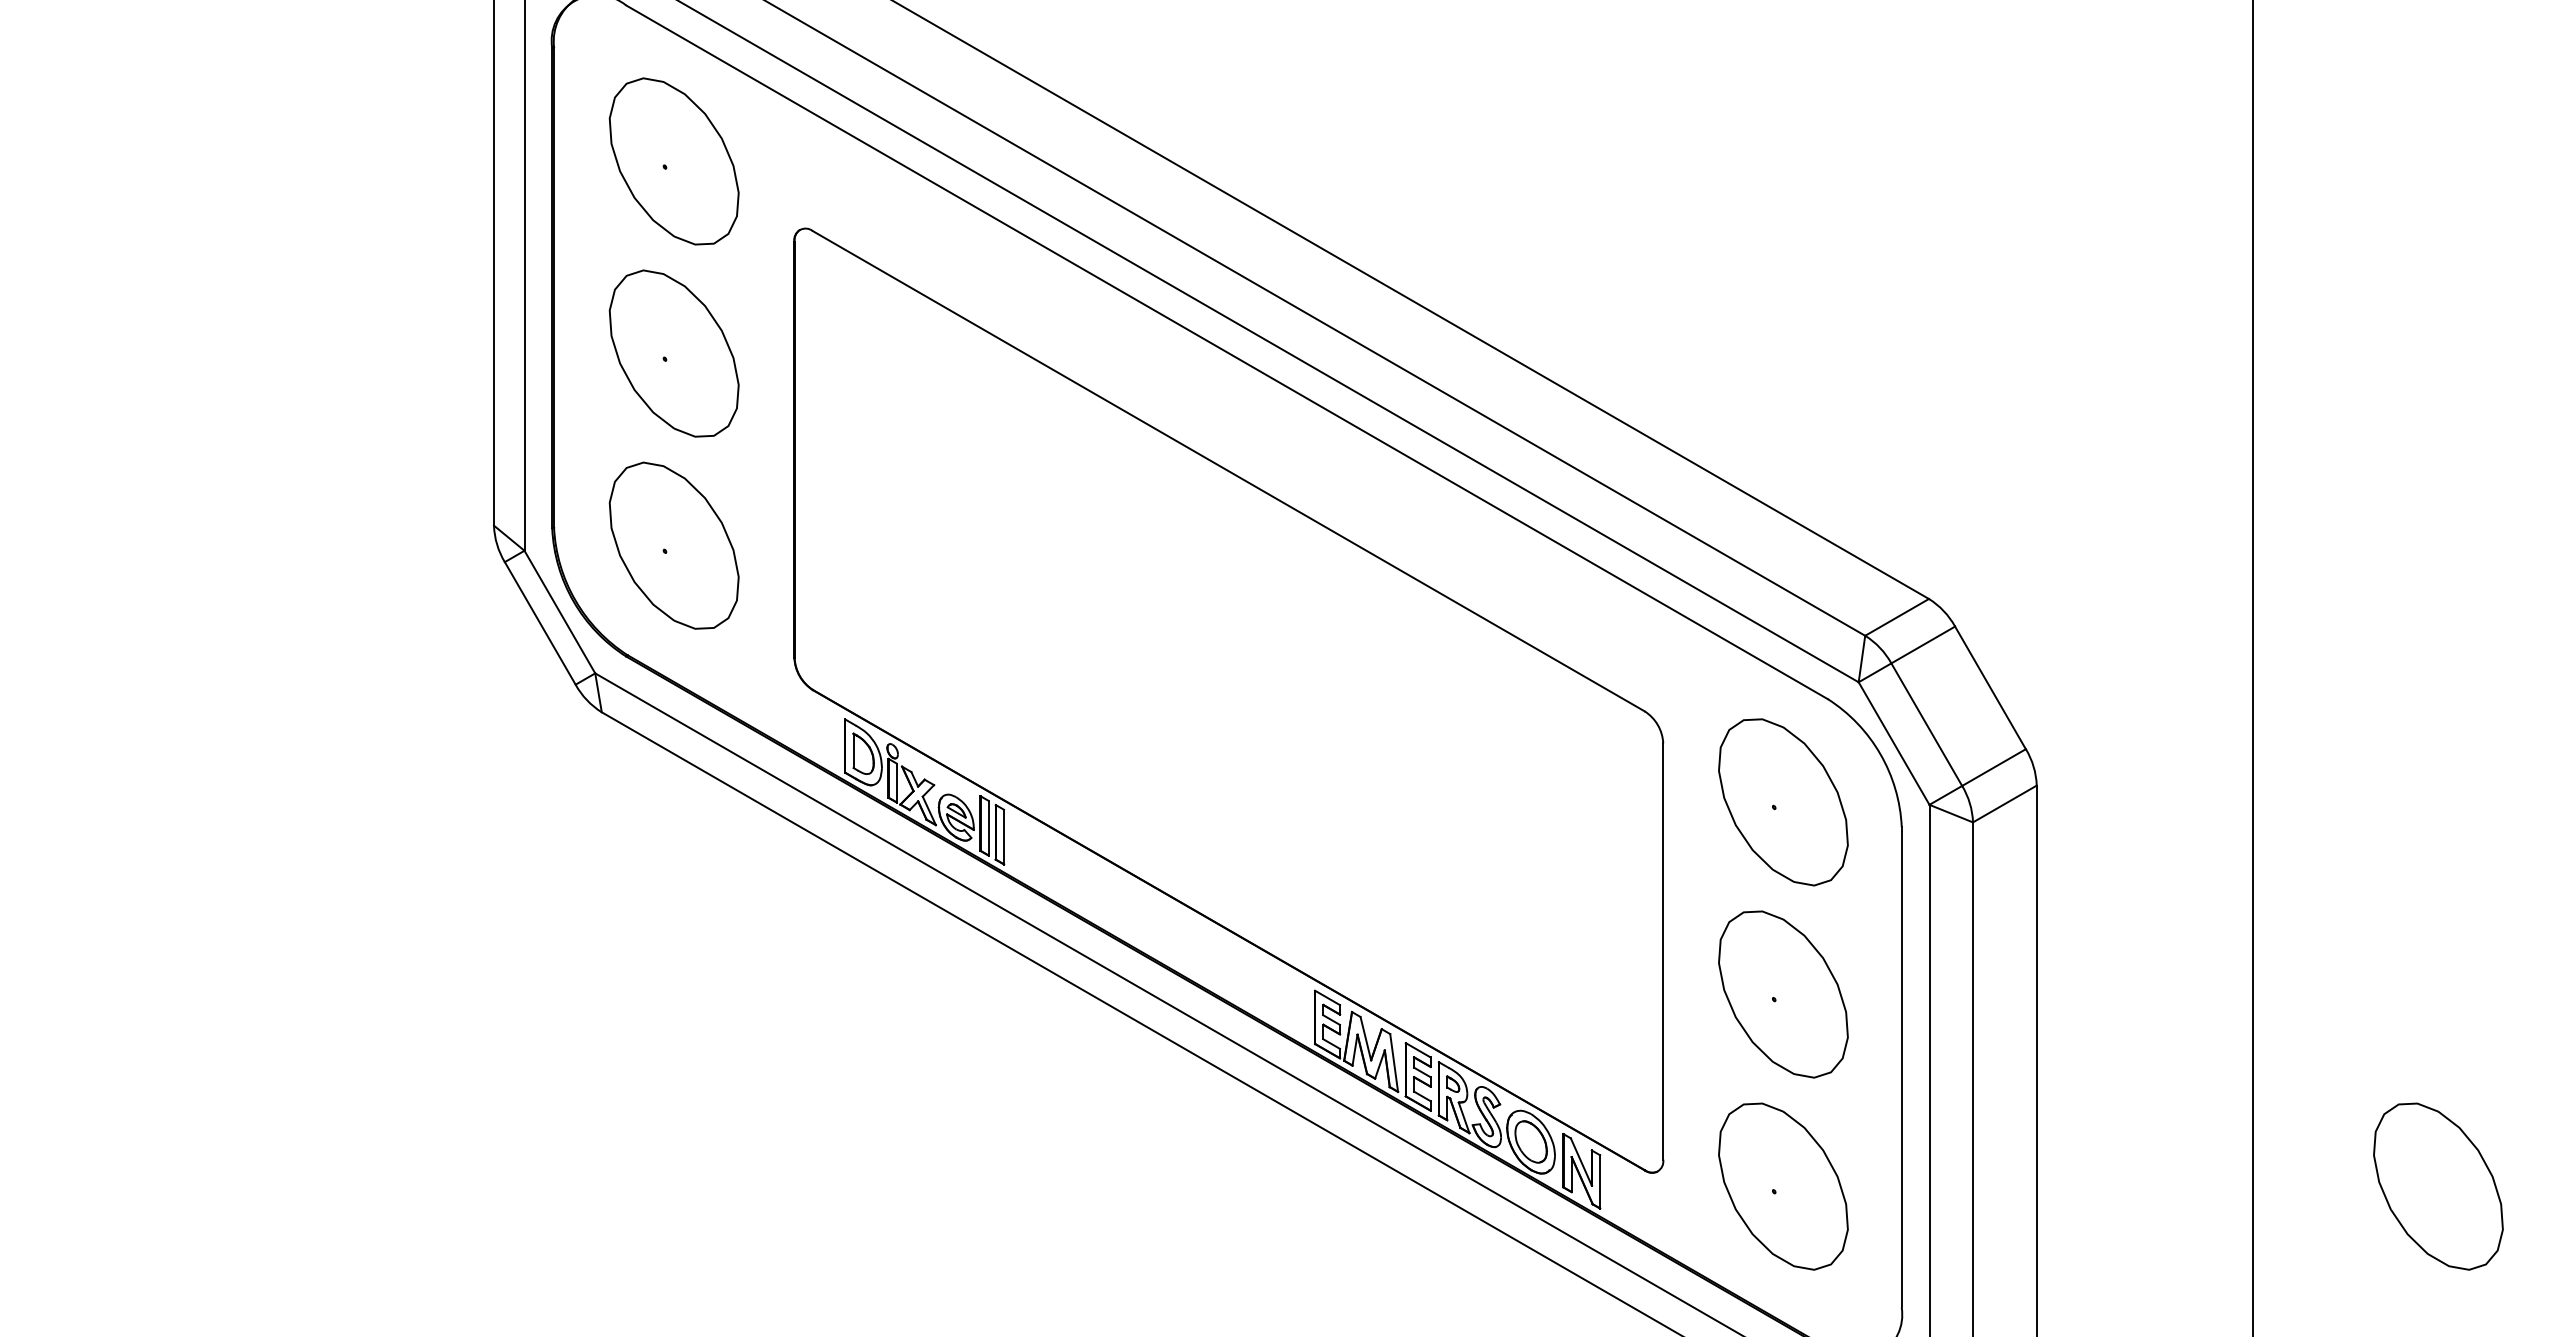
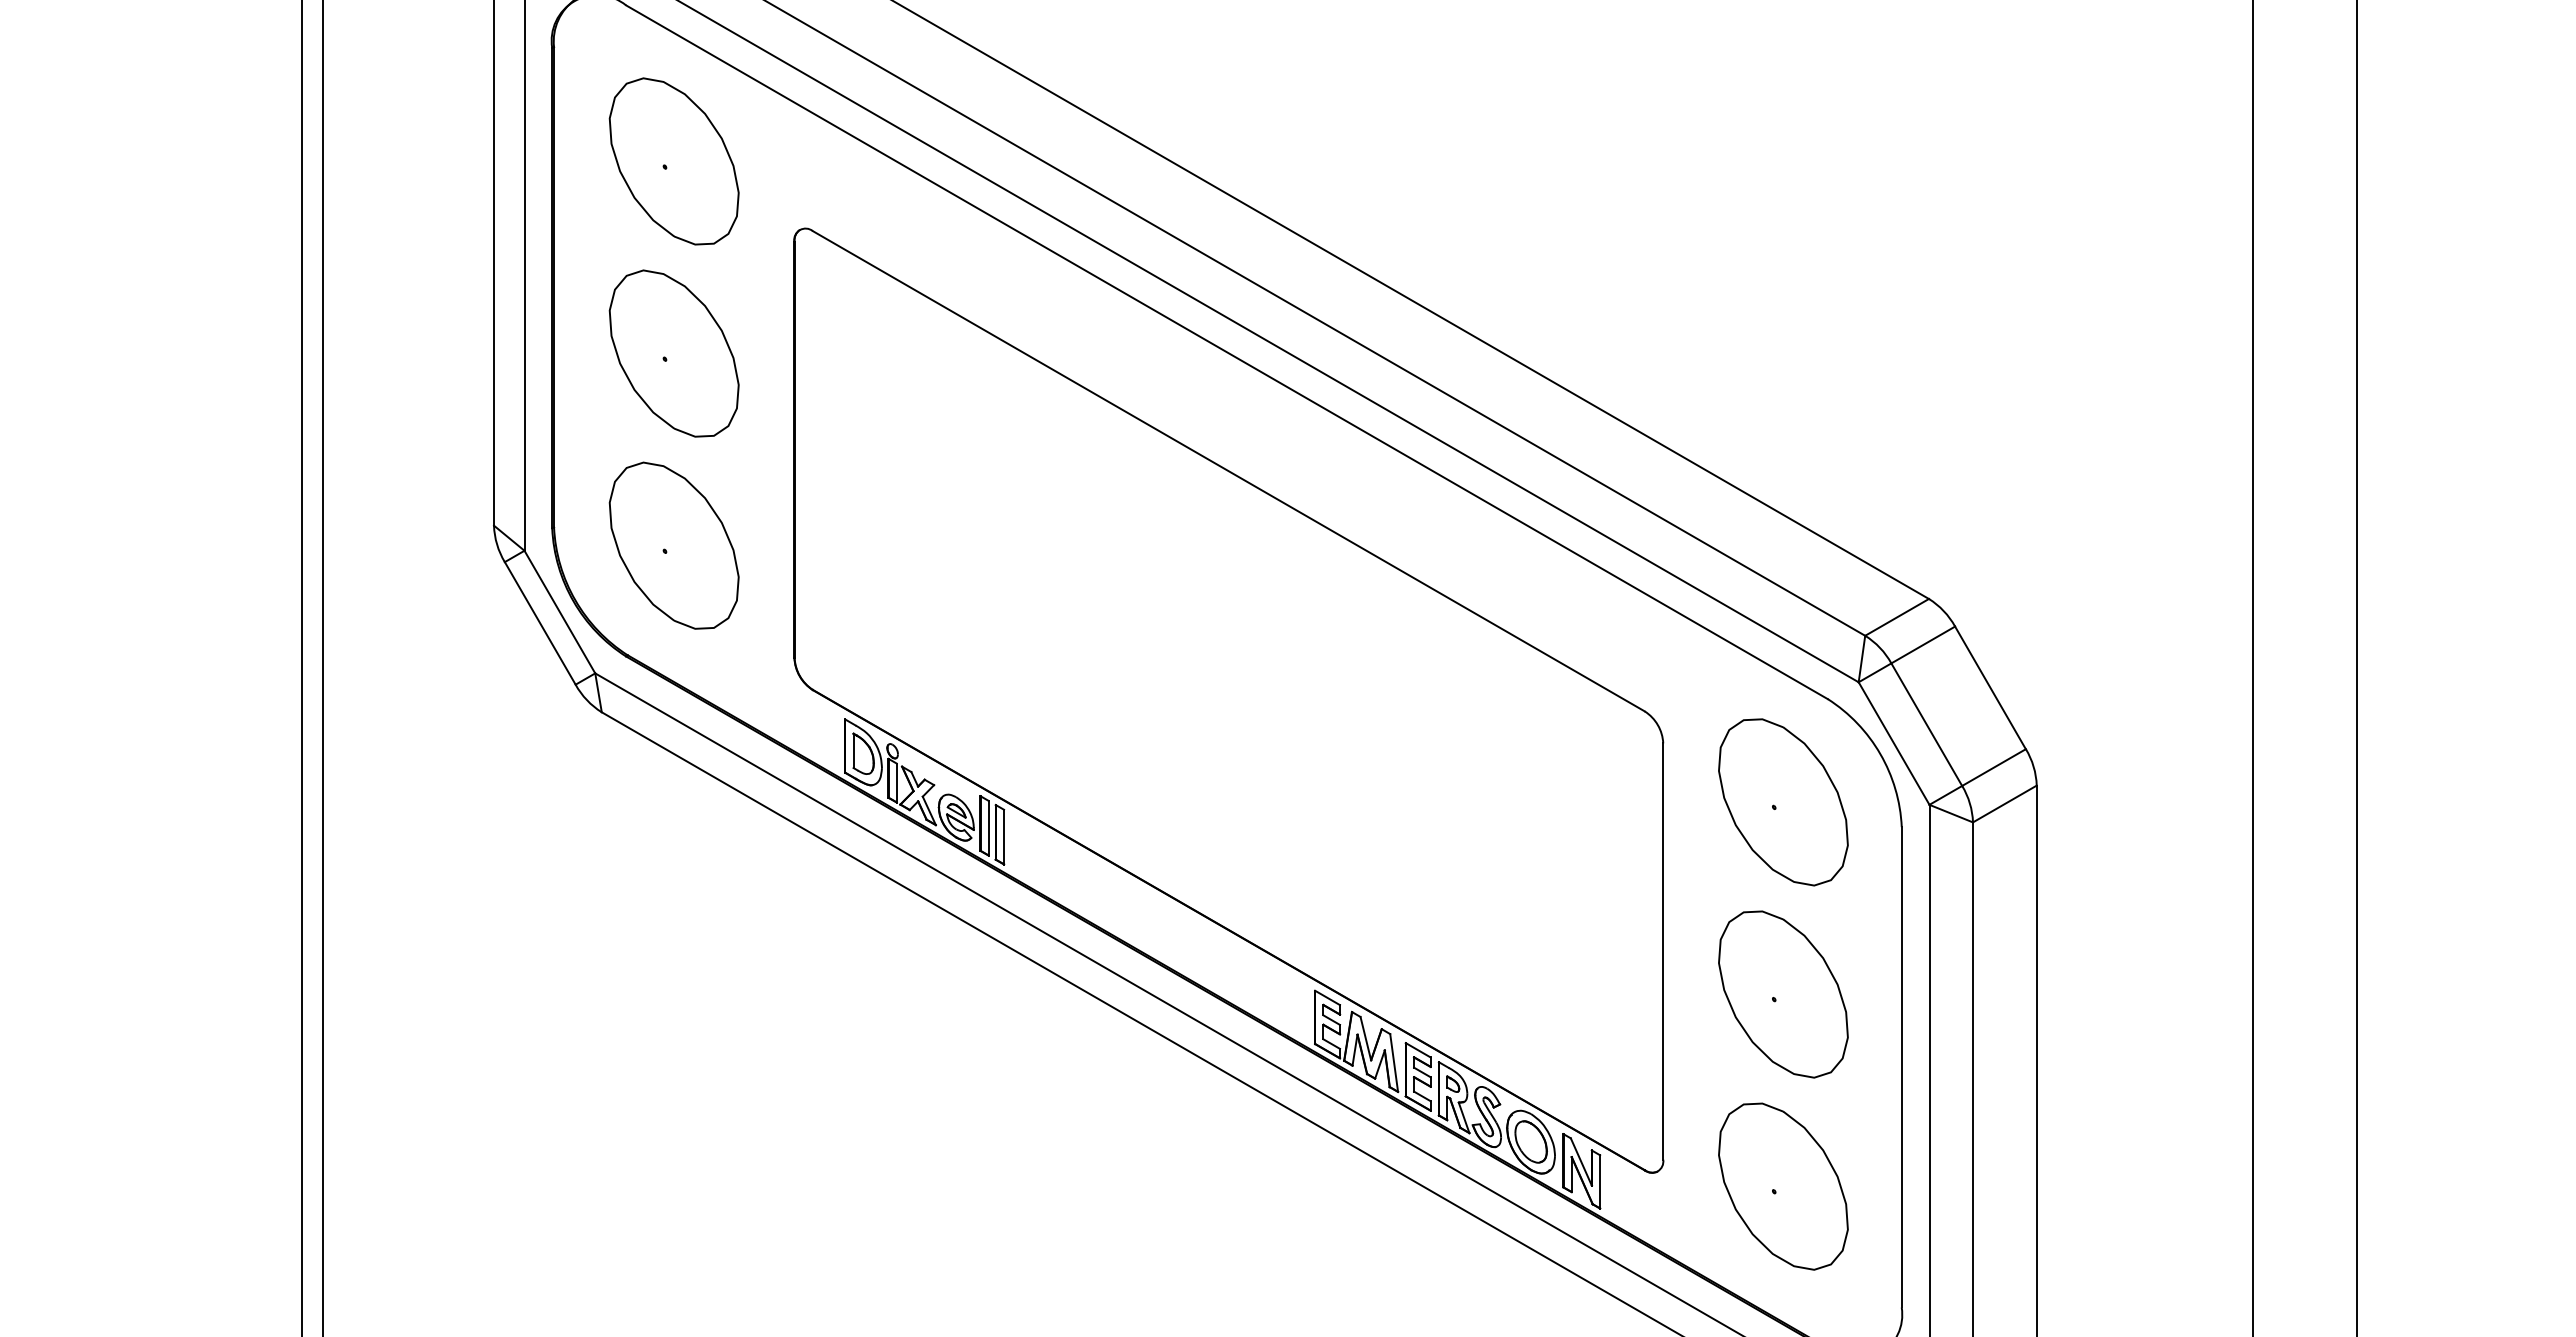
line at (301, 667): none -> present
line at (323, 667): none -> present
line at (2356, 667): none -> present
part at (2438, 1186): present -> none
